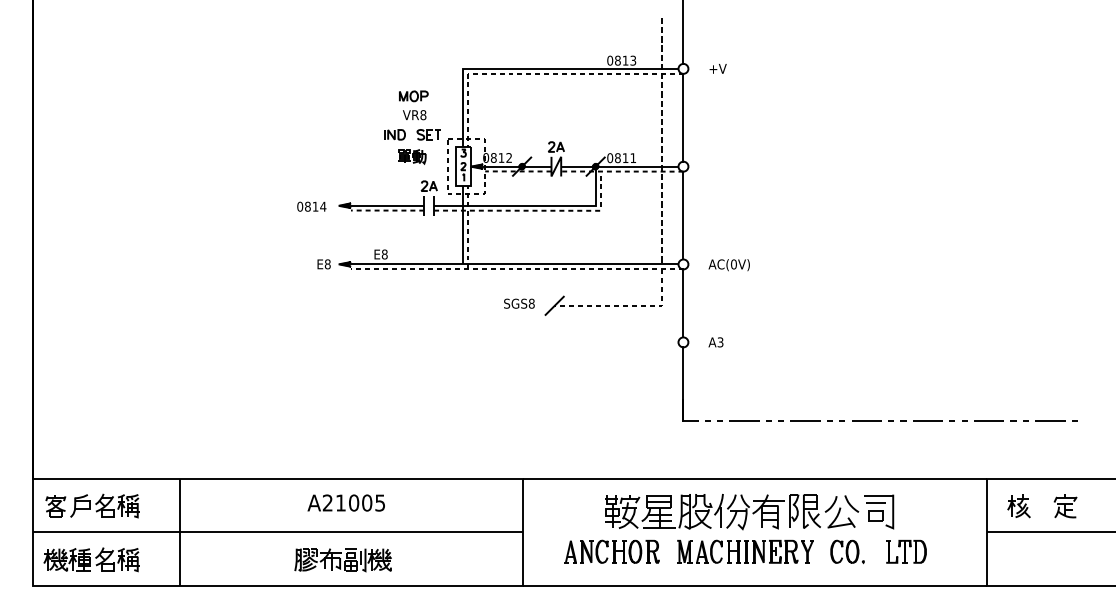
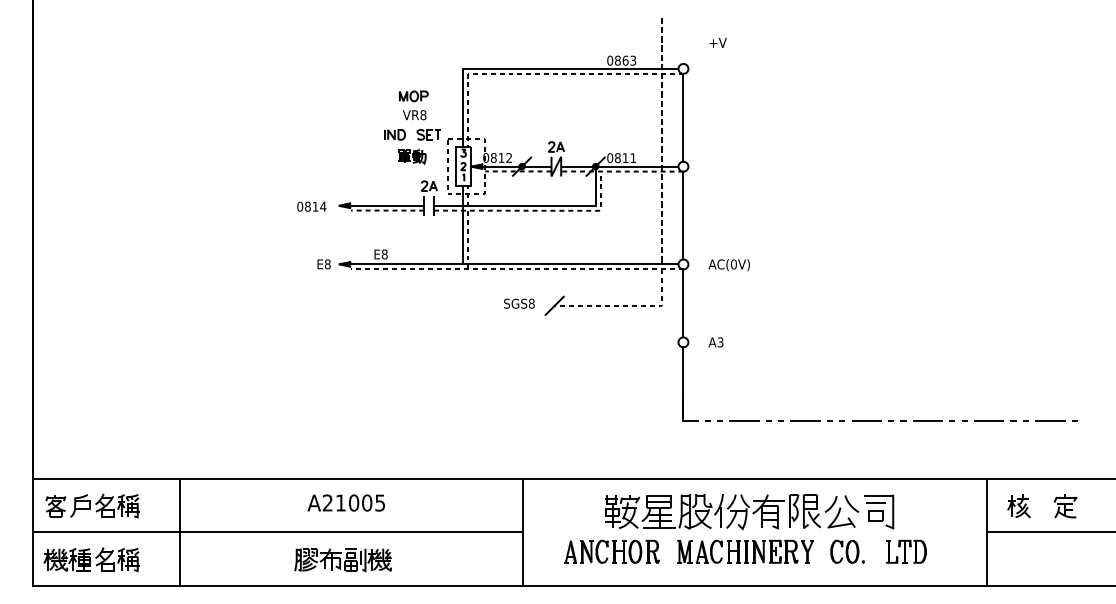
line at (683, 32): present -> none
text at (625, 60): 0813 -> 0863
text at (717, 68) position: (717, 68) -> (717, 42)
